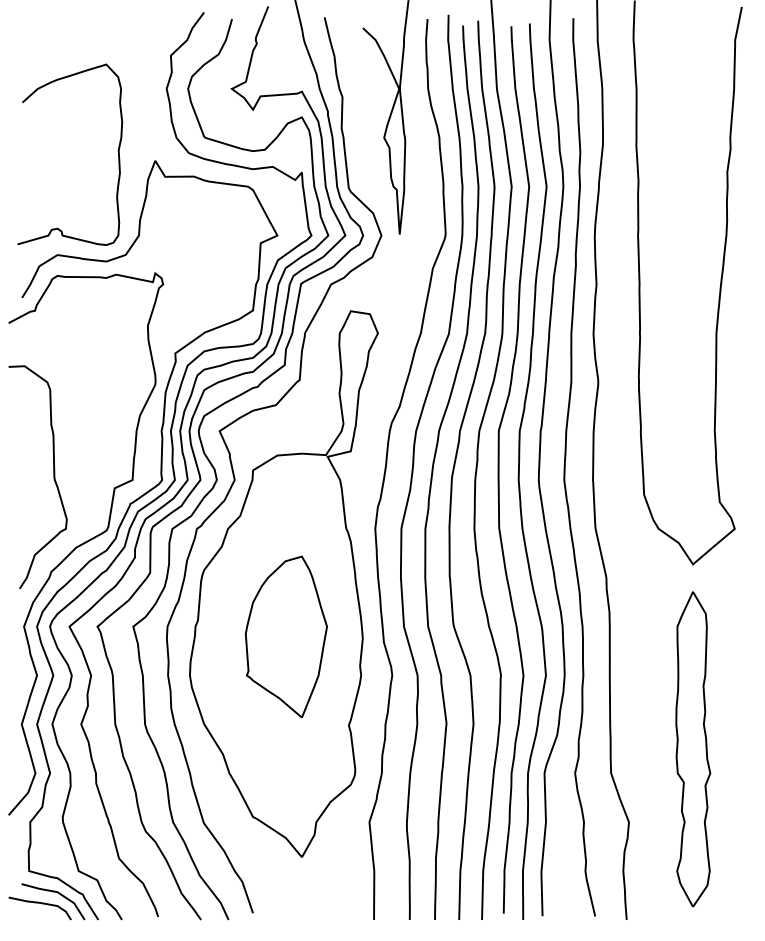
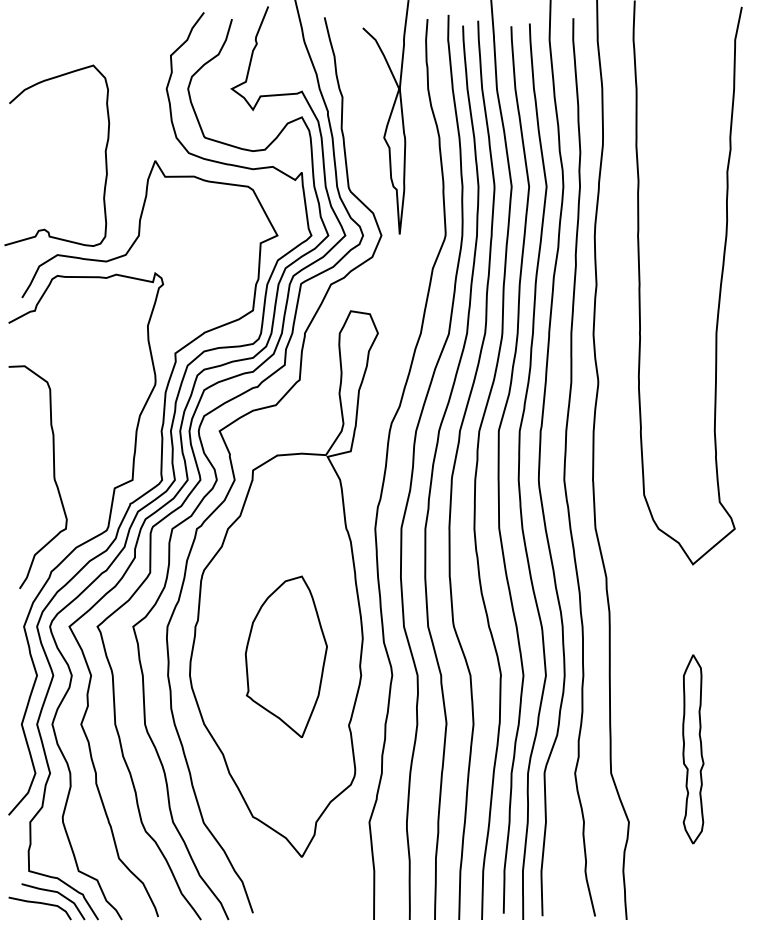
curve at (117, 151) position: (117, 151) -> (104, 152)
part at (285, 636) position: (285, 636) -> (285, 656)
part at (693, 749) size: 37x317 px -> 23x191 px
